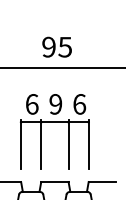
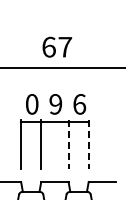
text at (57, 46): 95 -> 67
text at (32, 104): 6 -> 0
line at (68, 144): solid -> dashed
line at (88, 144): solid -> dashed
